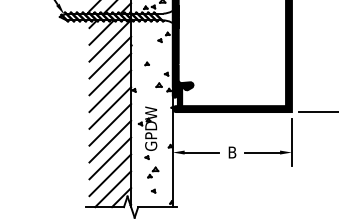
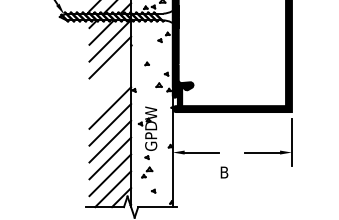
line at (110, 74): present -> none
line at (110, 91): present -> none
line at (316, 112): present -> none
text at (232, 152) position: (232, 152) -> (224, 172)
part at (153, 172) position: (153, 172) -> (147, 172)
